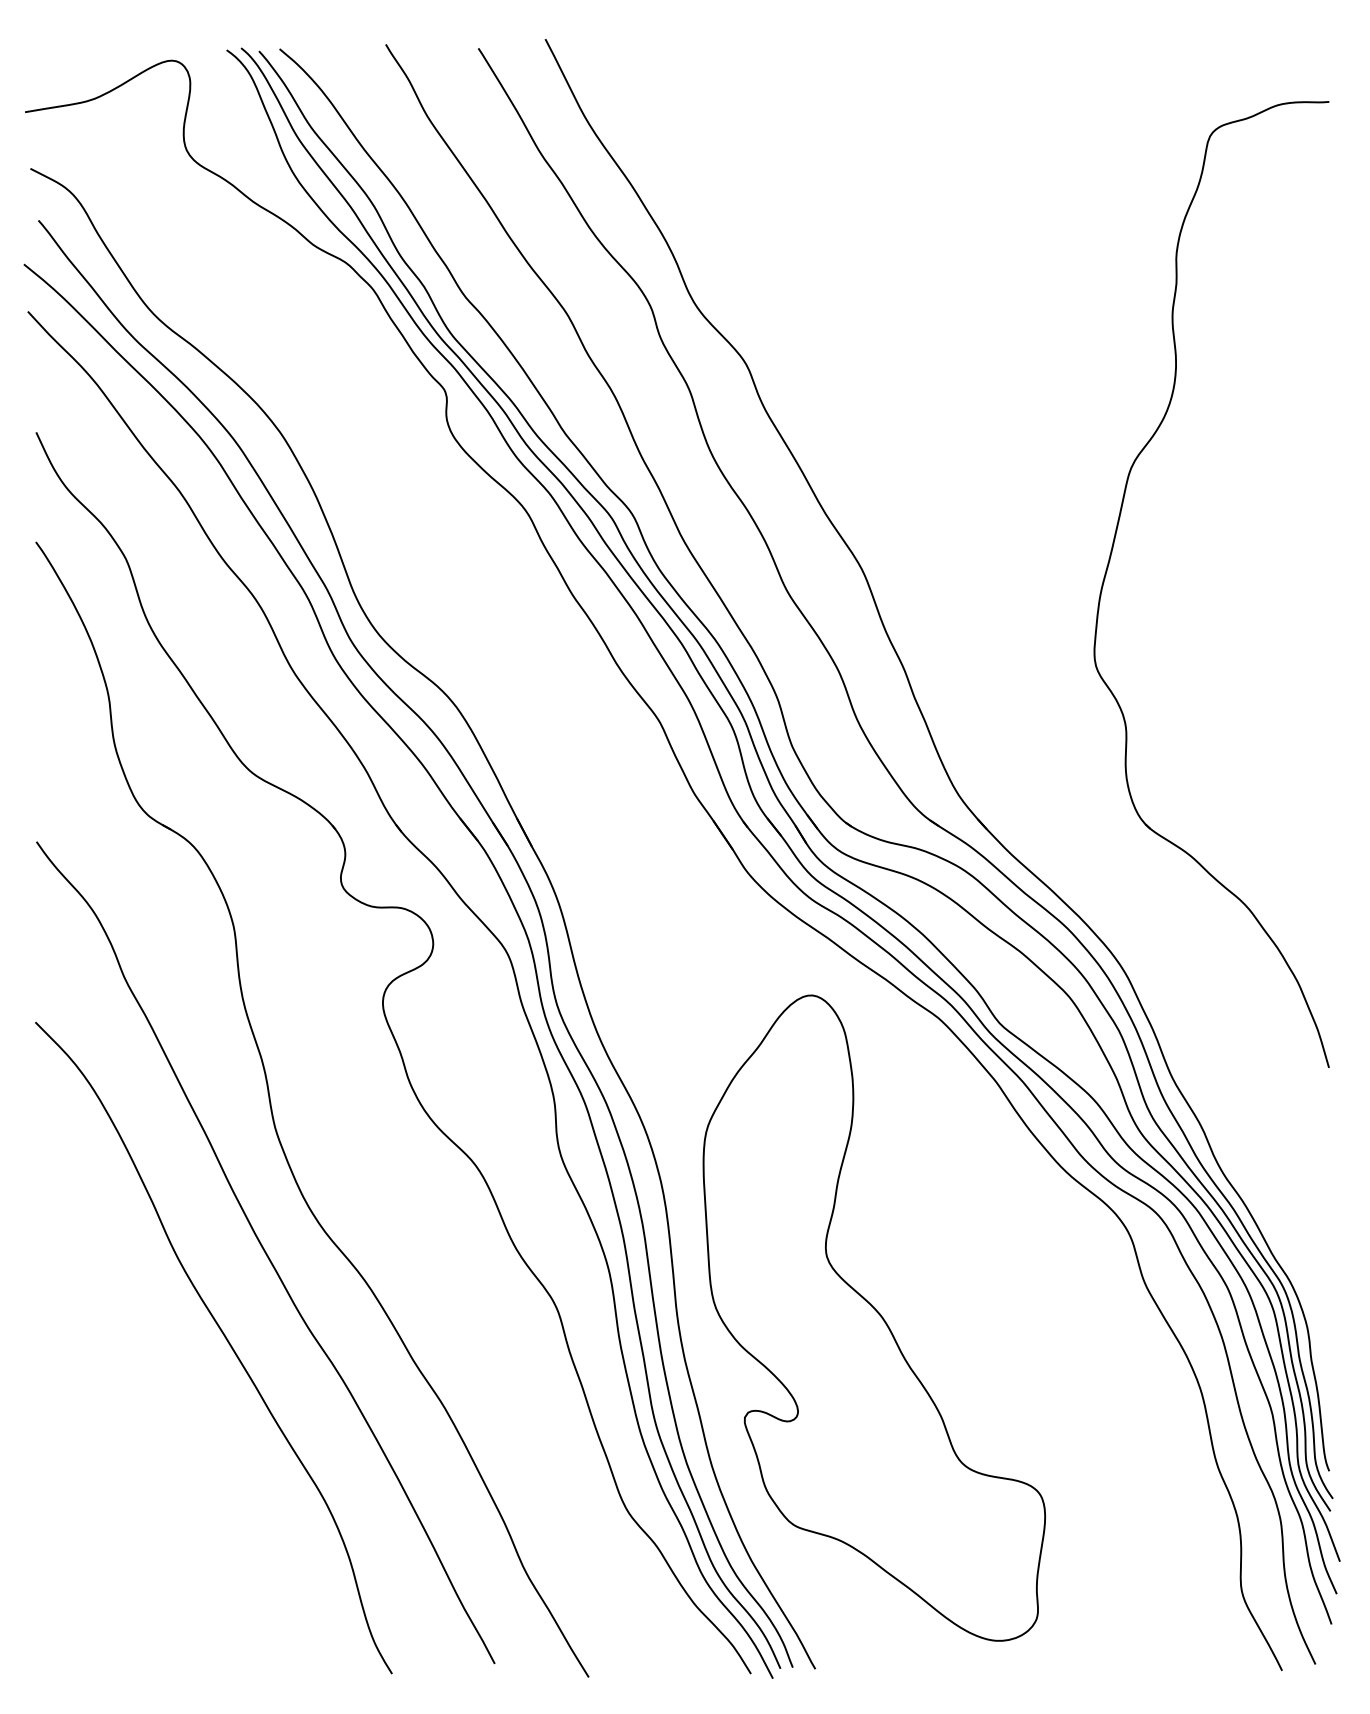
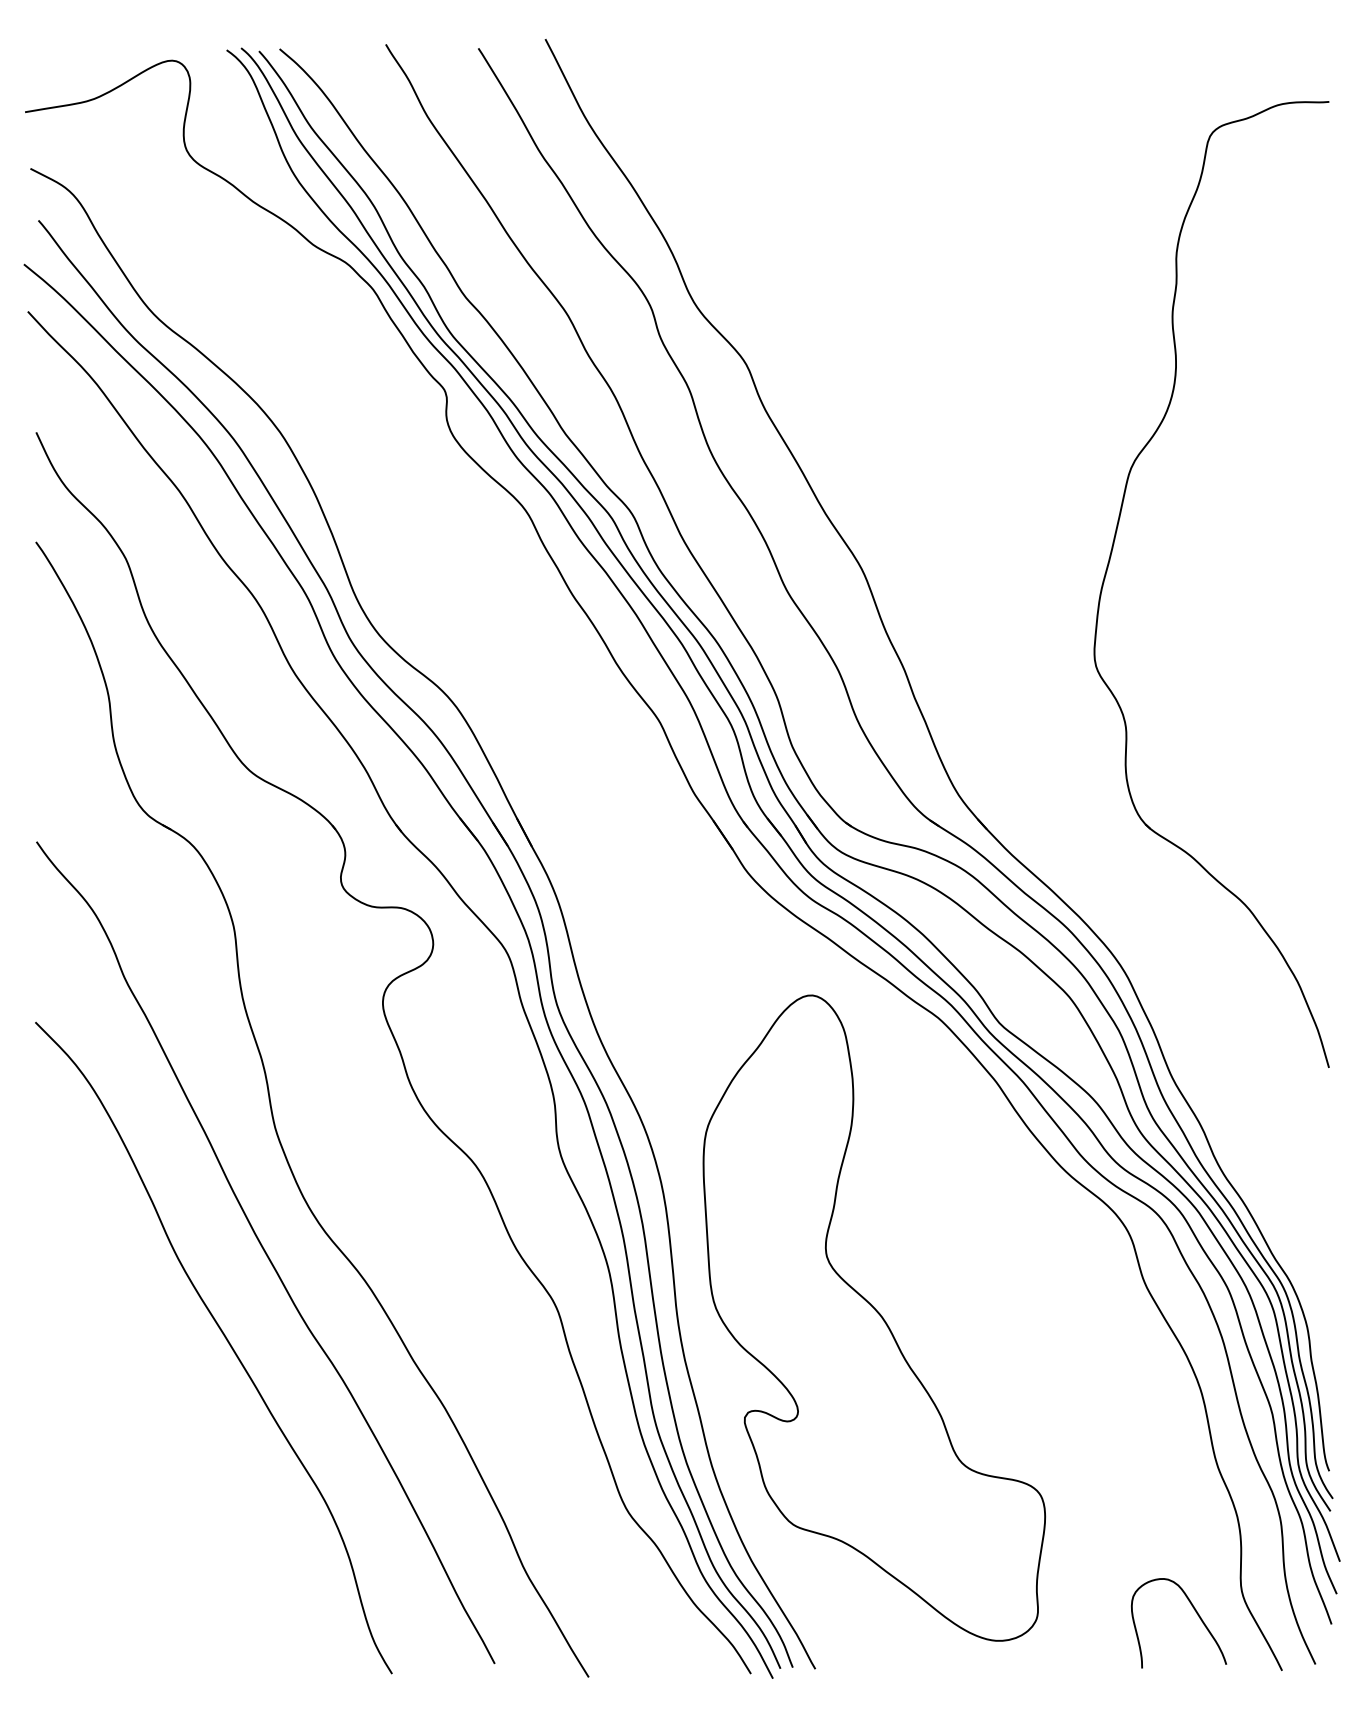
curve at (1195, 1612): none -> present
